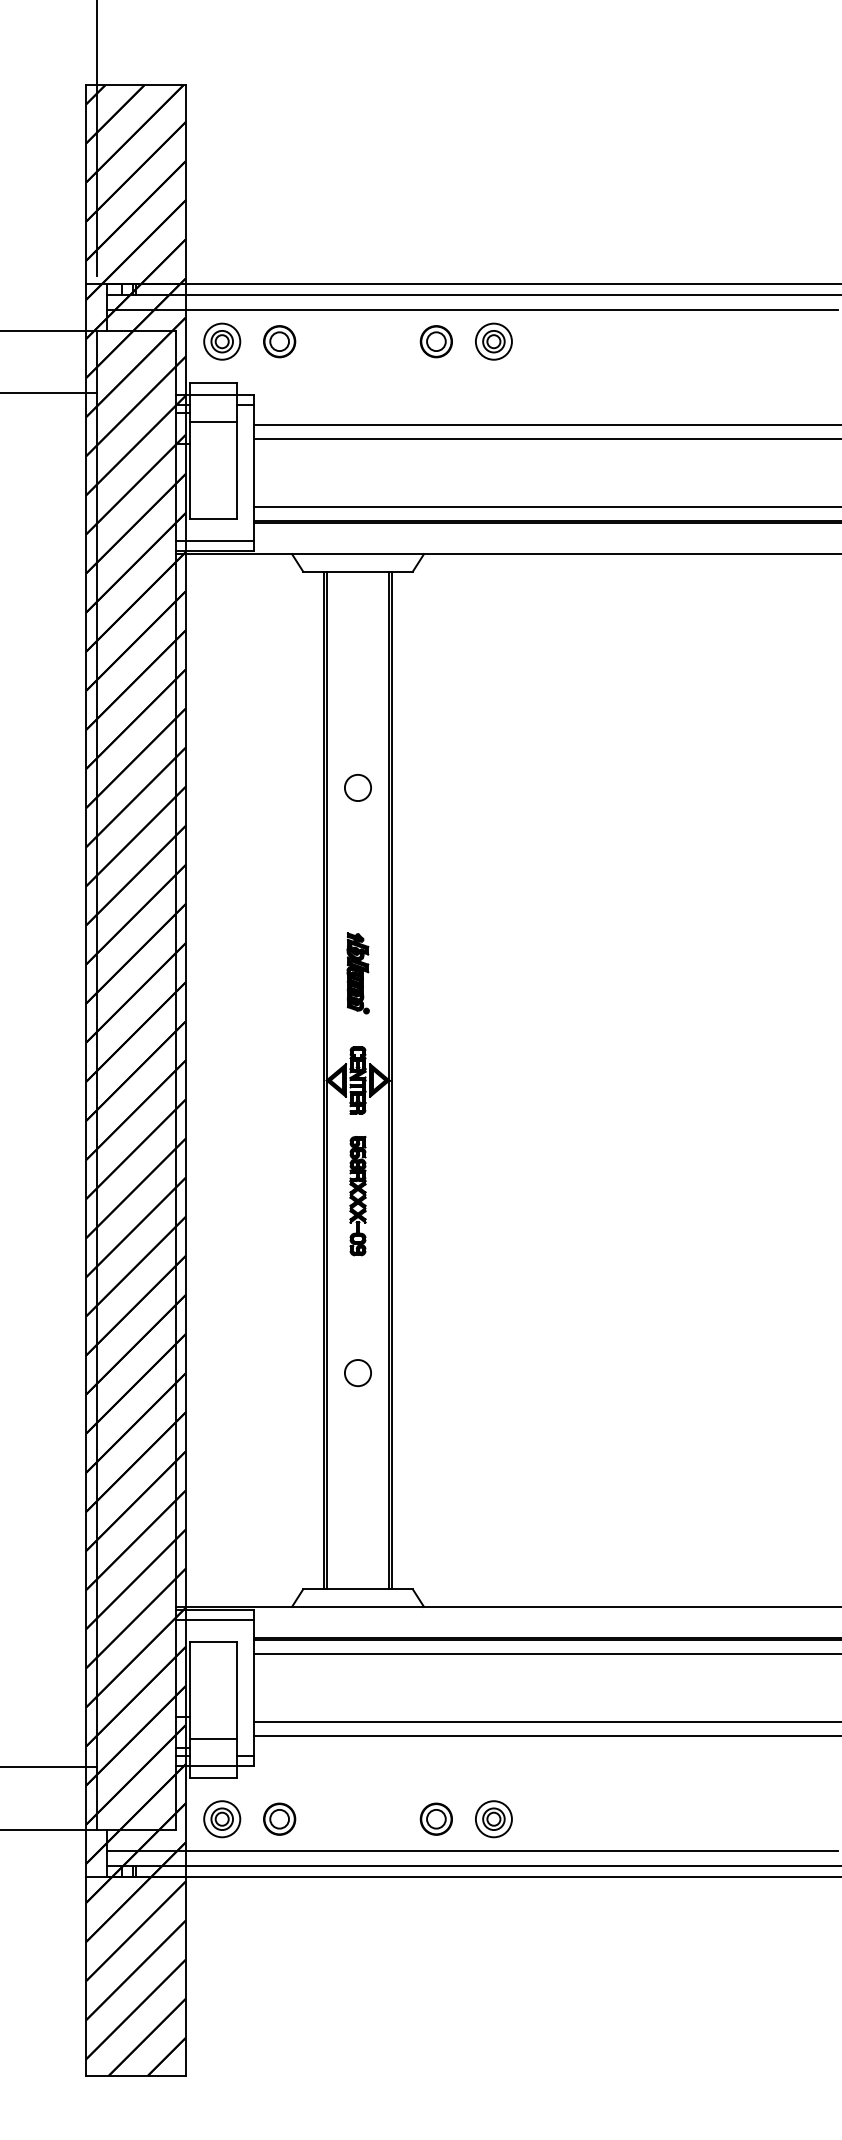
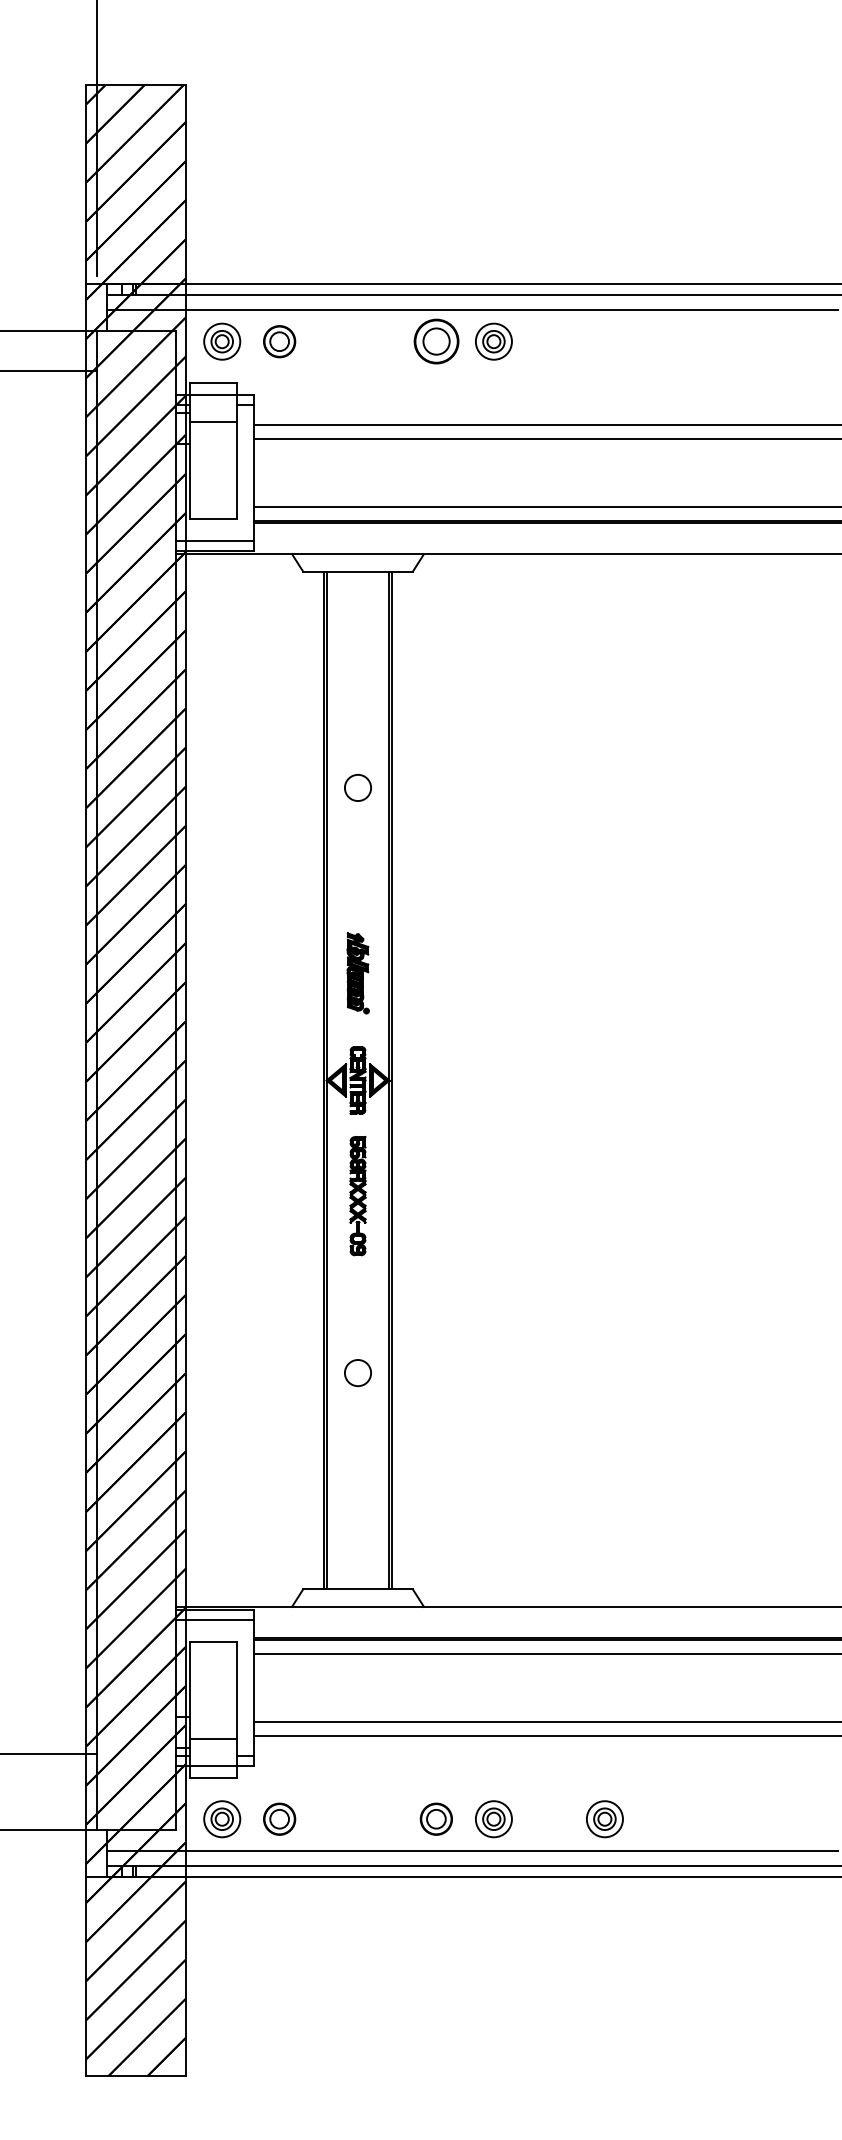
part at (435, 341) size: 34x34 px -> 47x47 px
line at (49, 393) position: (49, 393) -> (49, 371)
line at (49, 1767) position: (49, 1767) -> (49, 1754)
part at (604, 1819): none -> present
